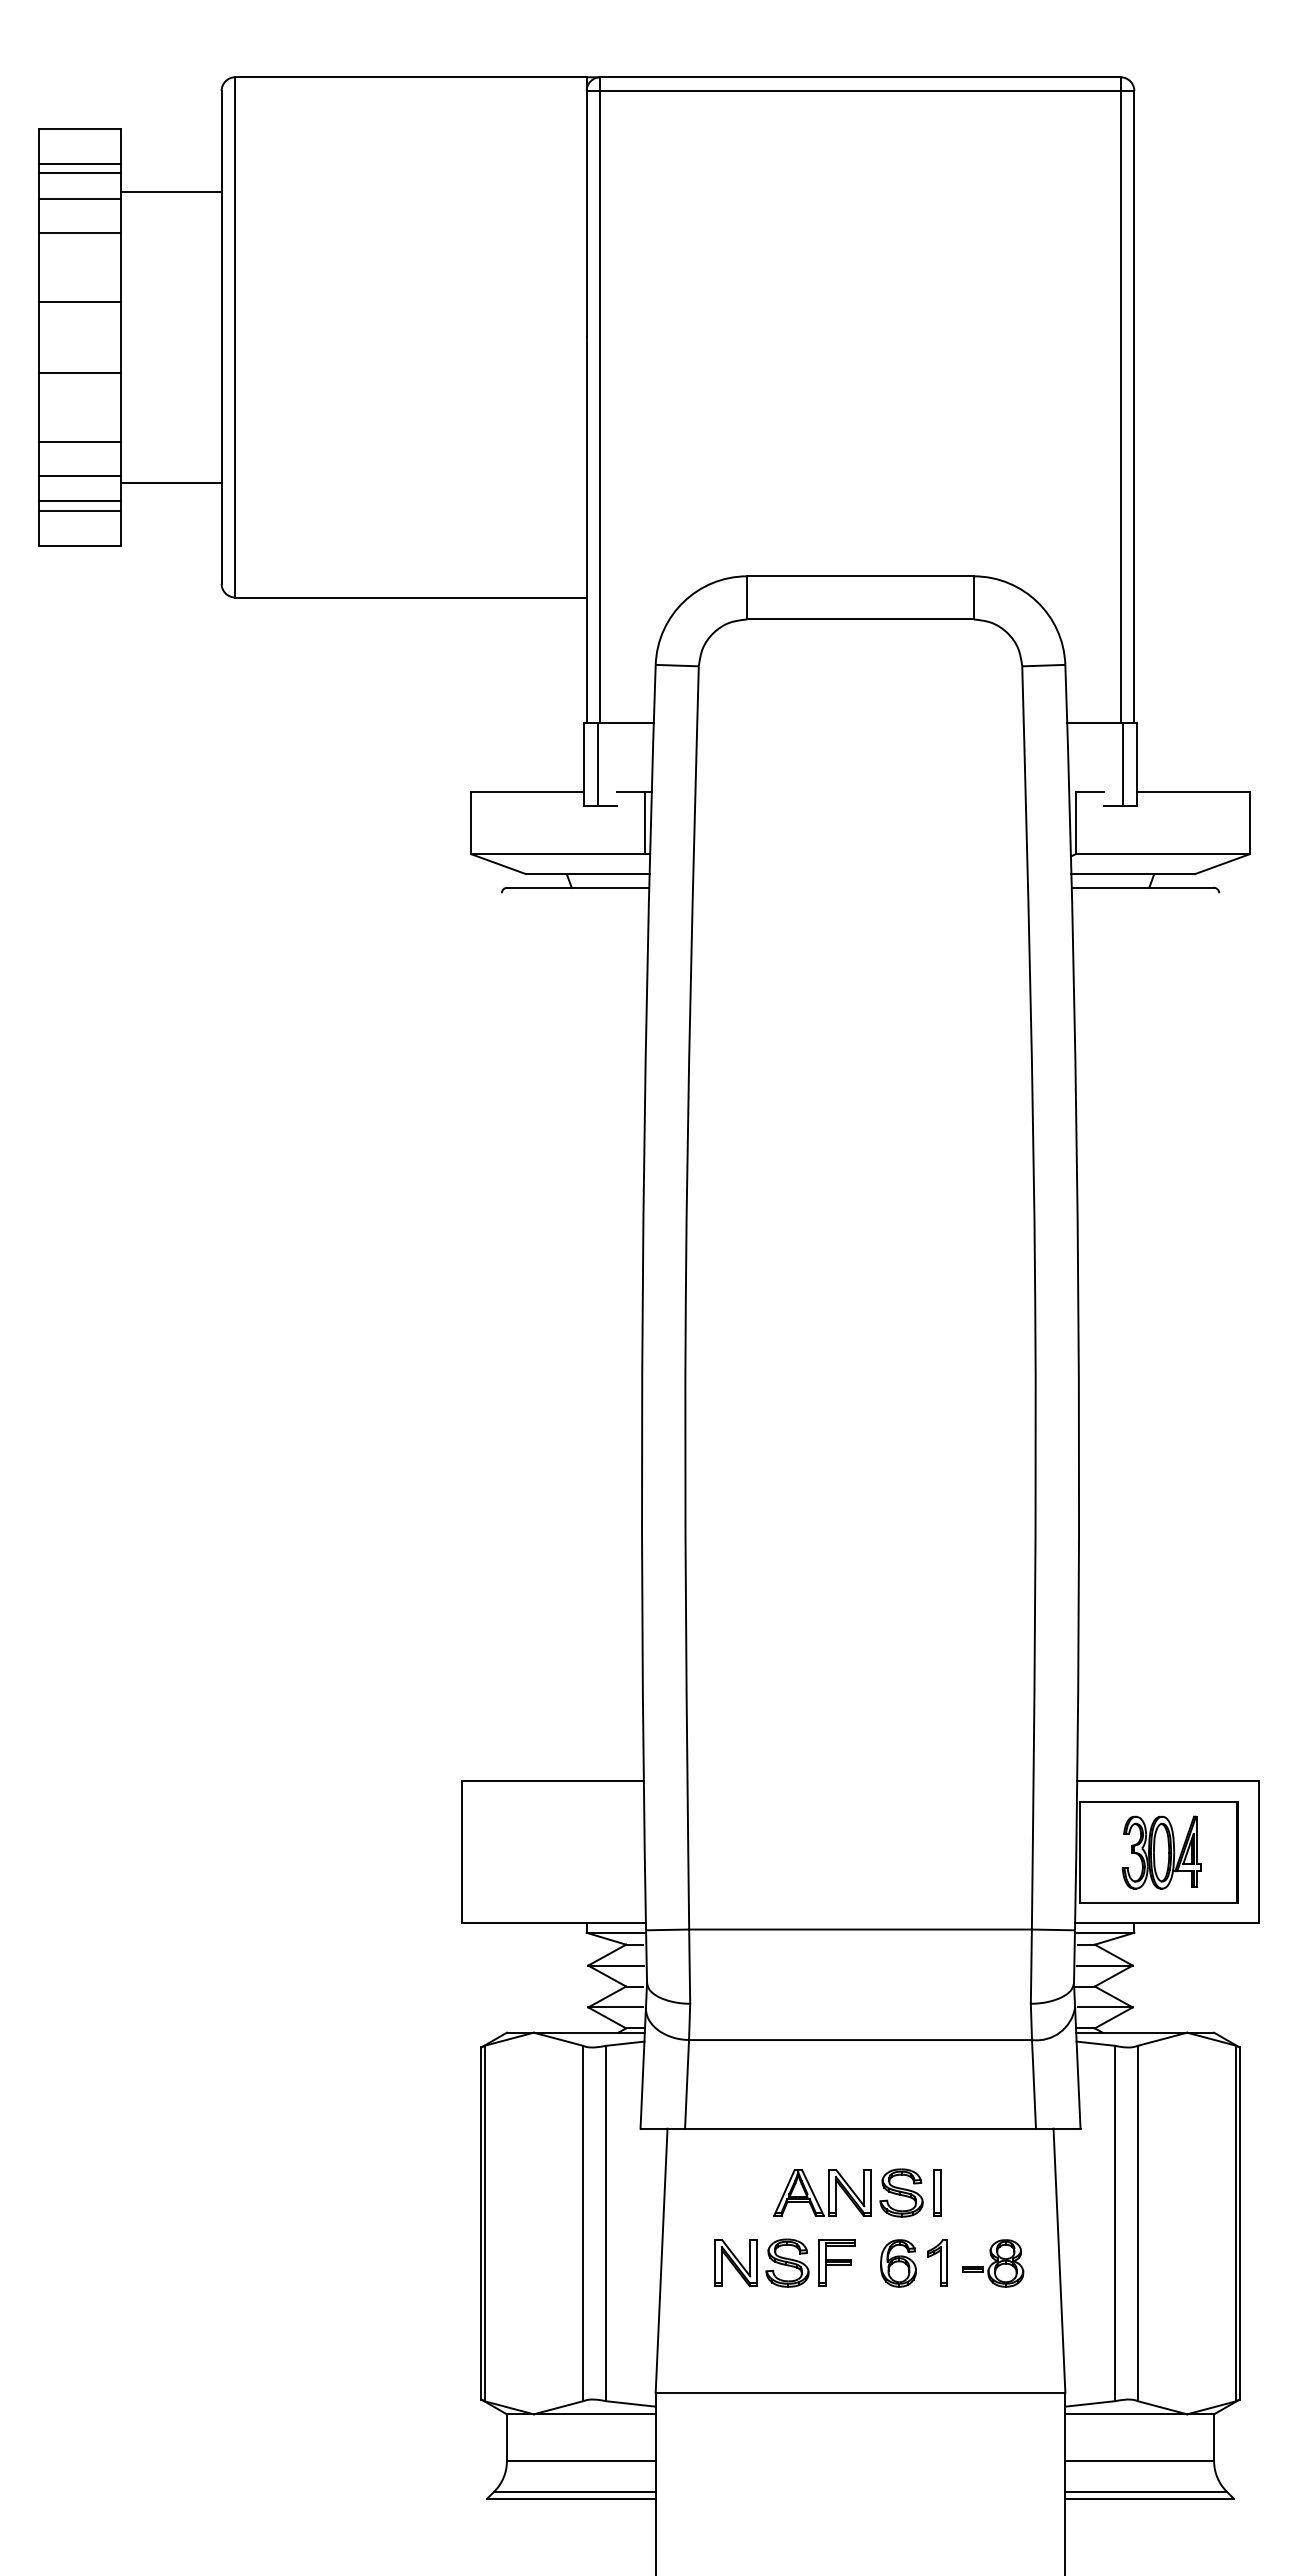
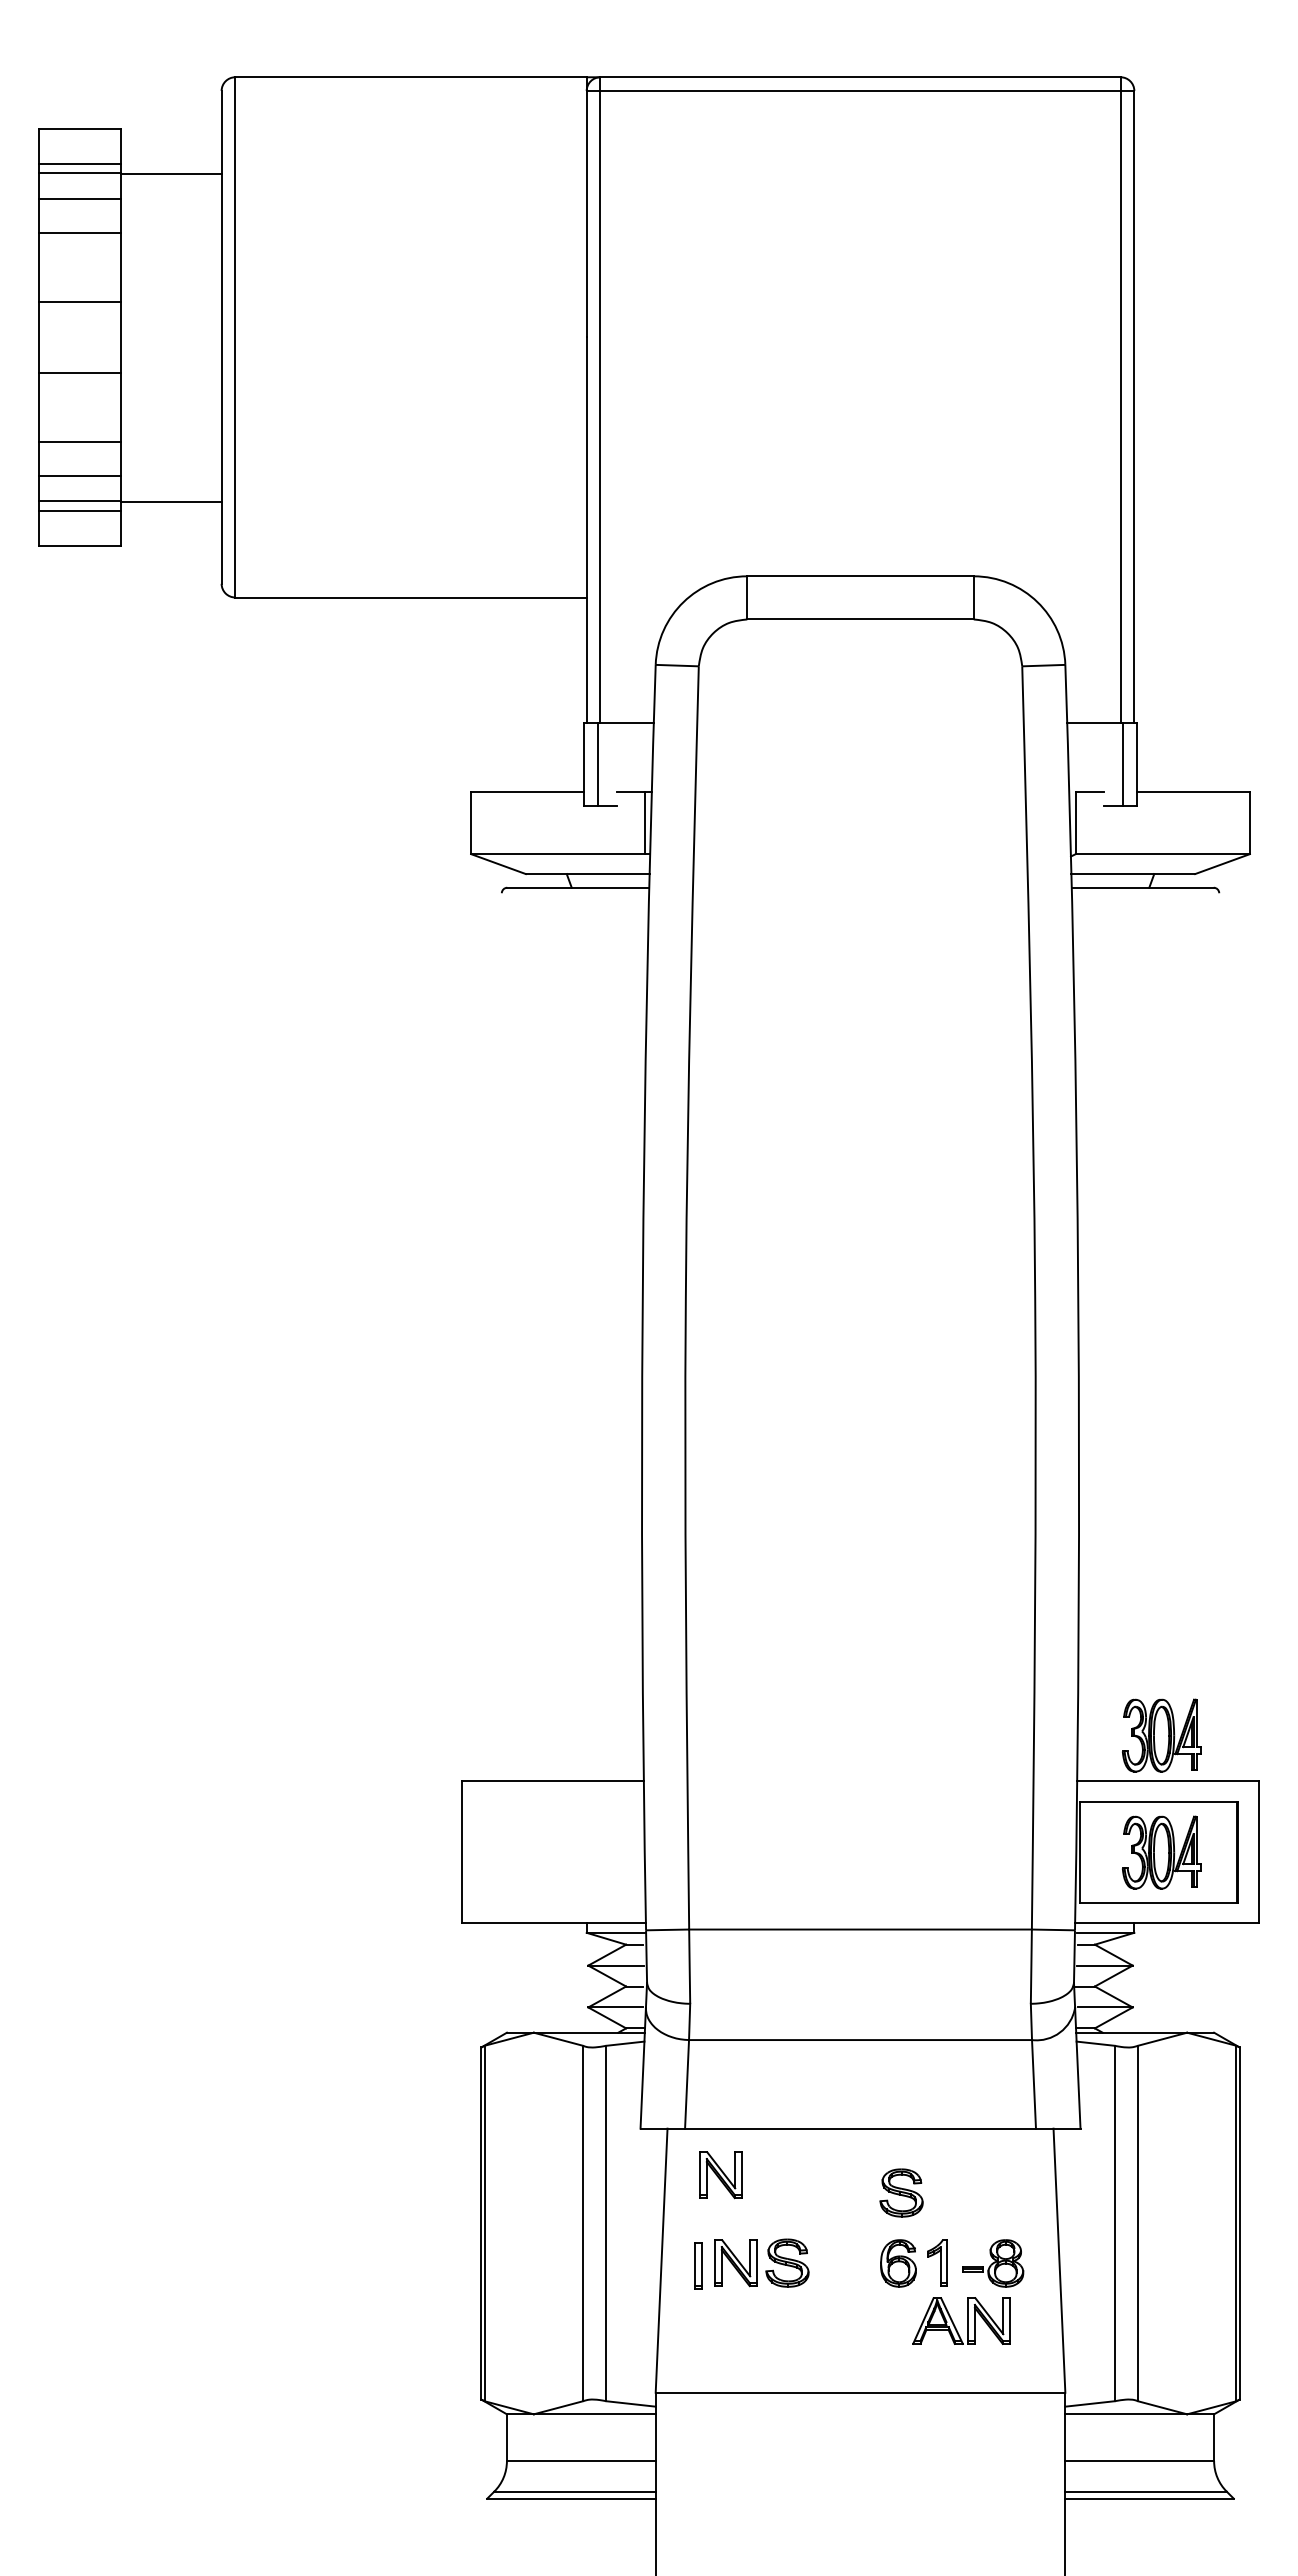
line at (171, 192) position: (171, 192) -> (171, 174)
line at (171, 482) position: (171, 482) -> (171, 501)
part at (1161, 1735): none -> present
part at (720, 2175): none -> present
part at (822, 2192) position: (822, 2192) -> (961, 2320)
part at (937, 2192) position: (937, 2192) -> (698, 2265)
part at (836, 2262): present -> none
